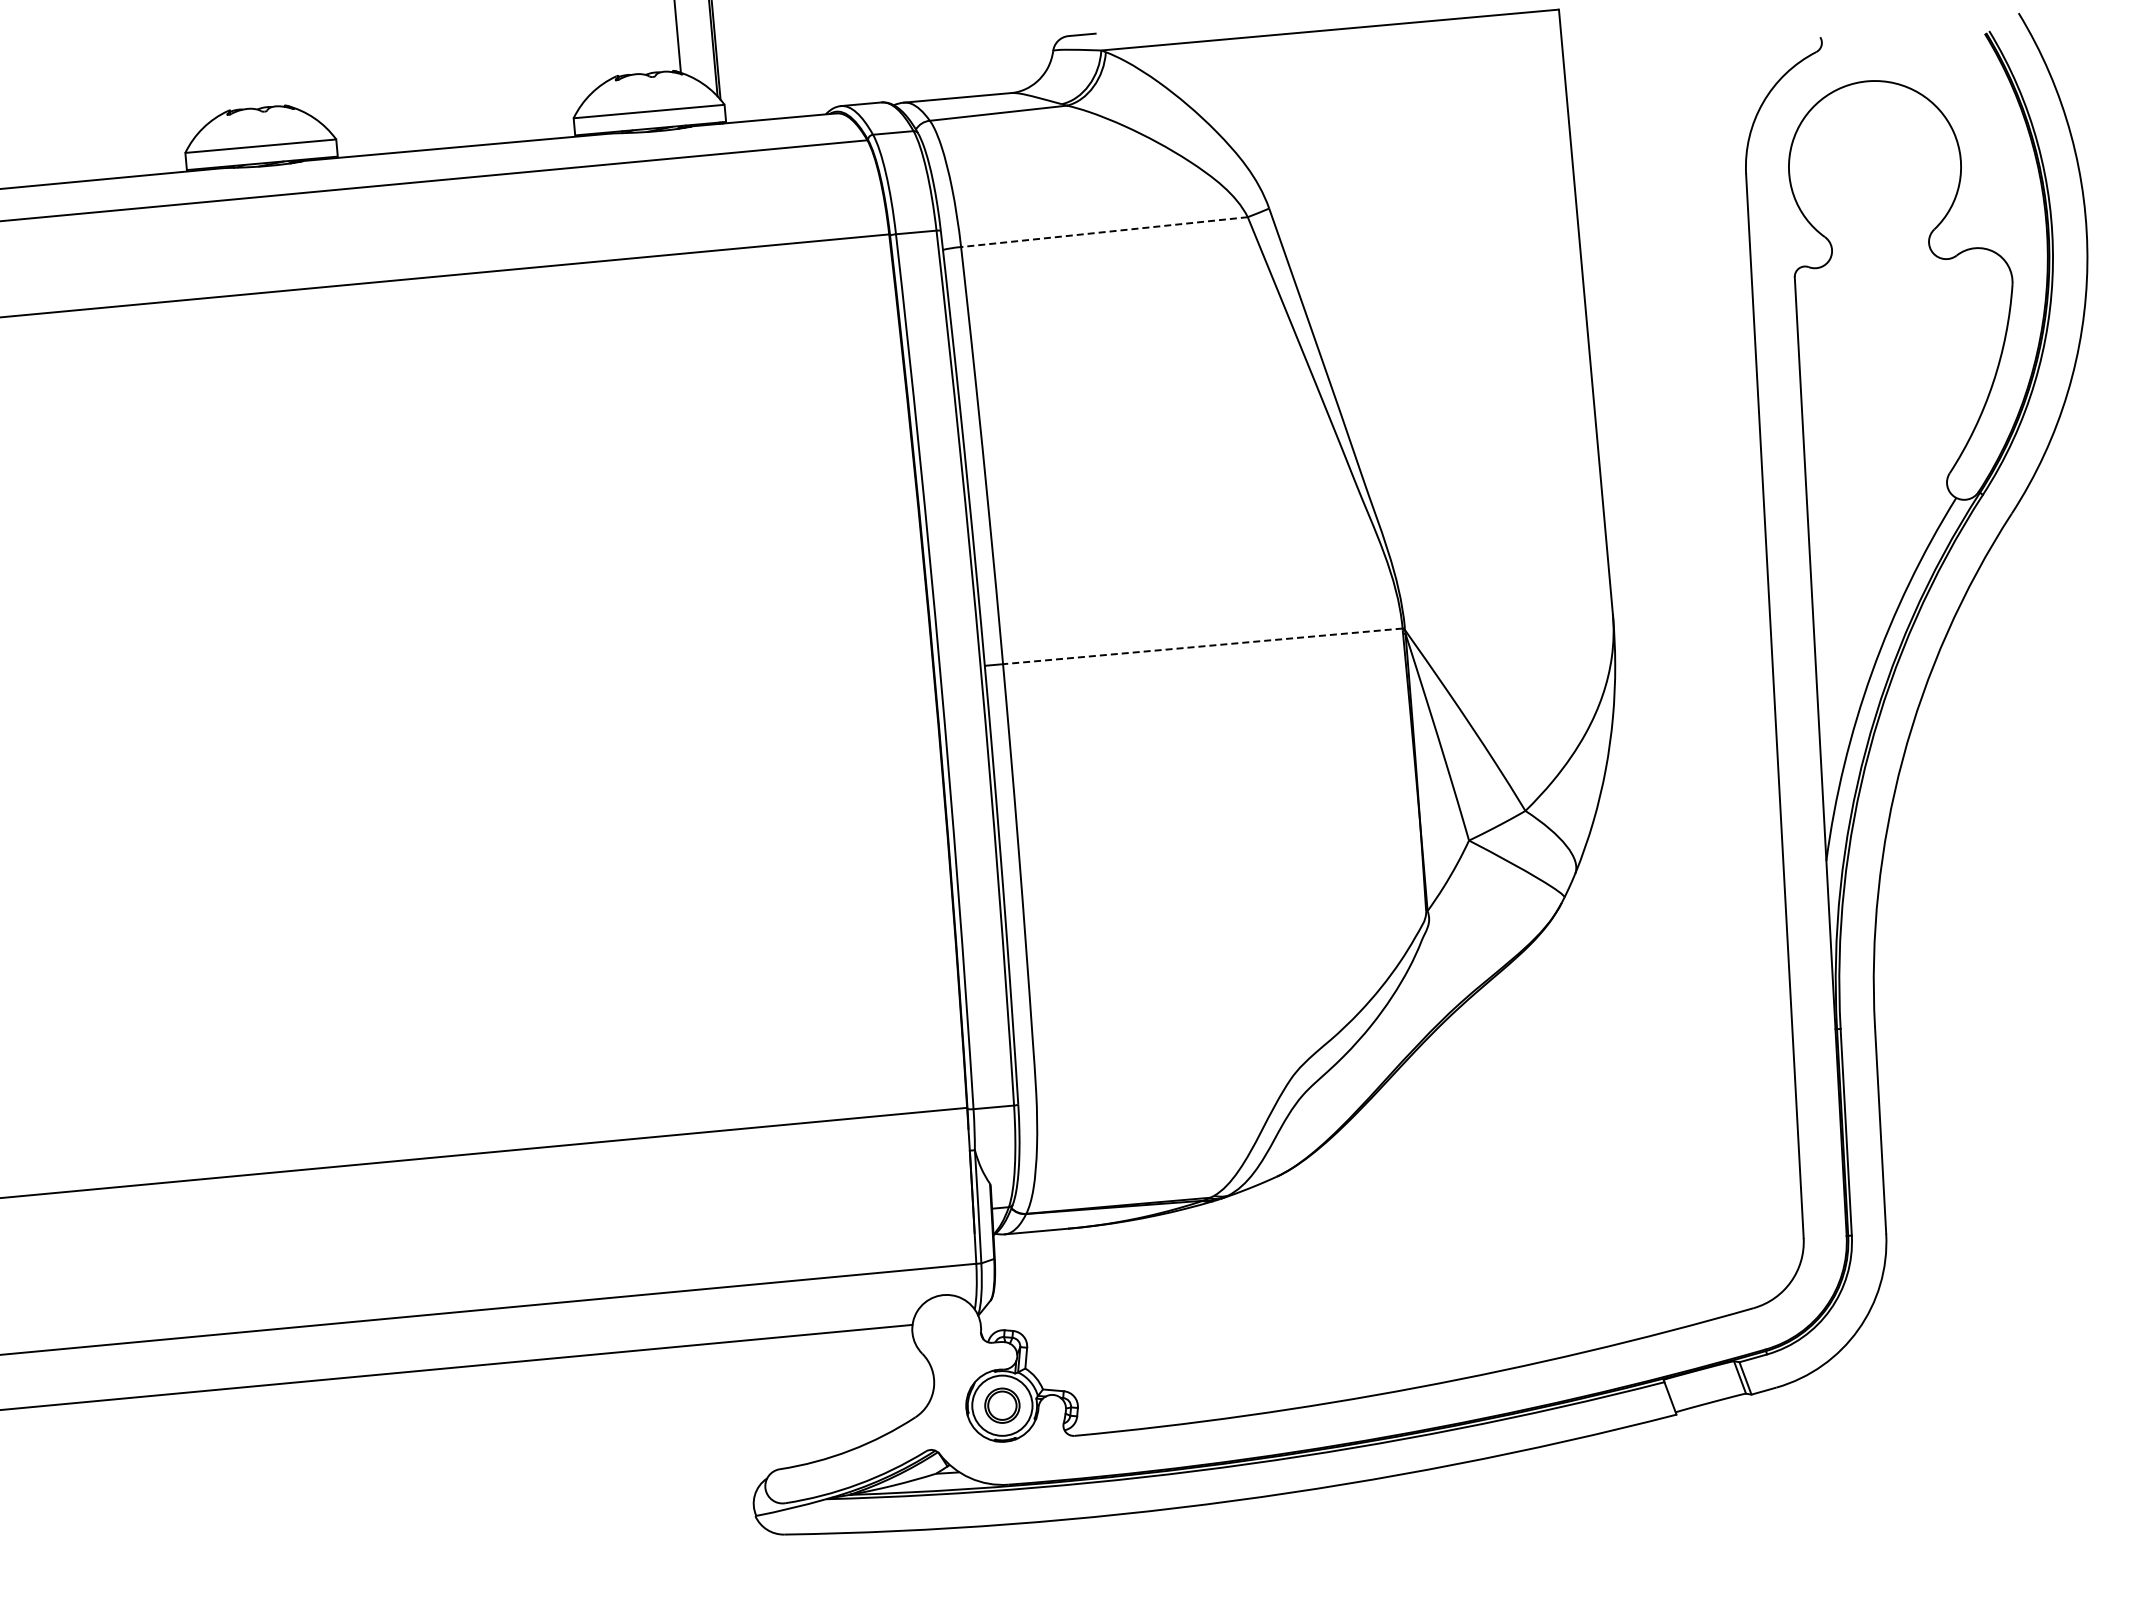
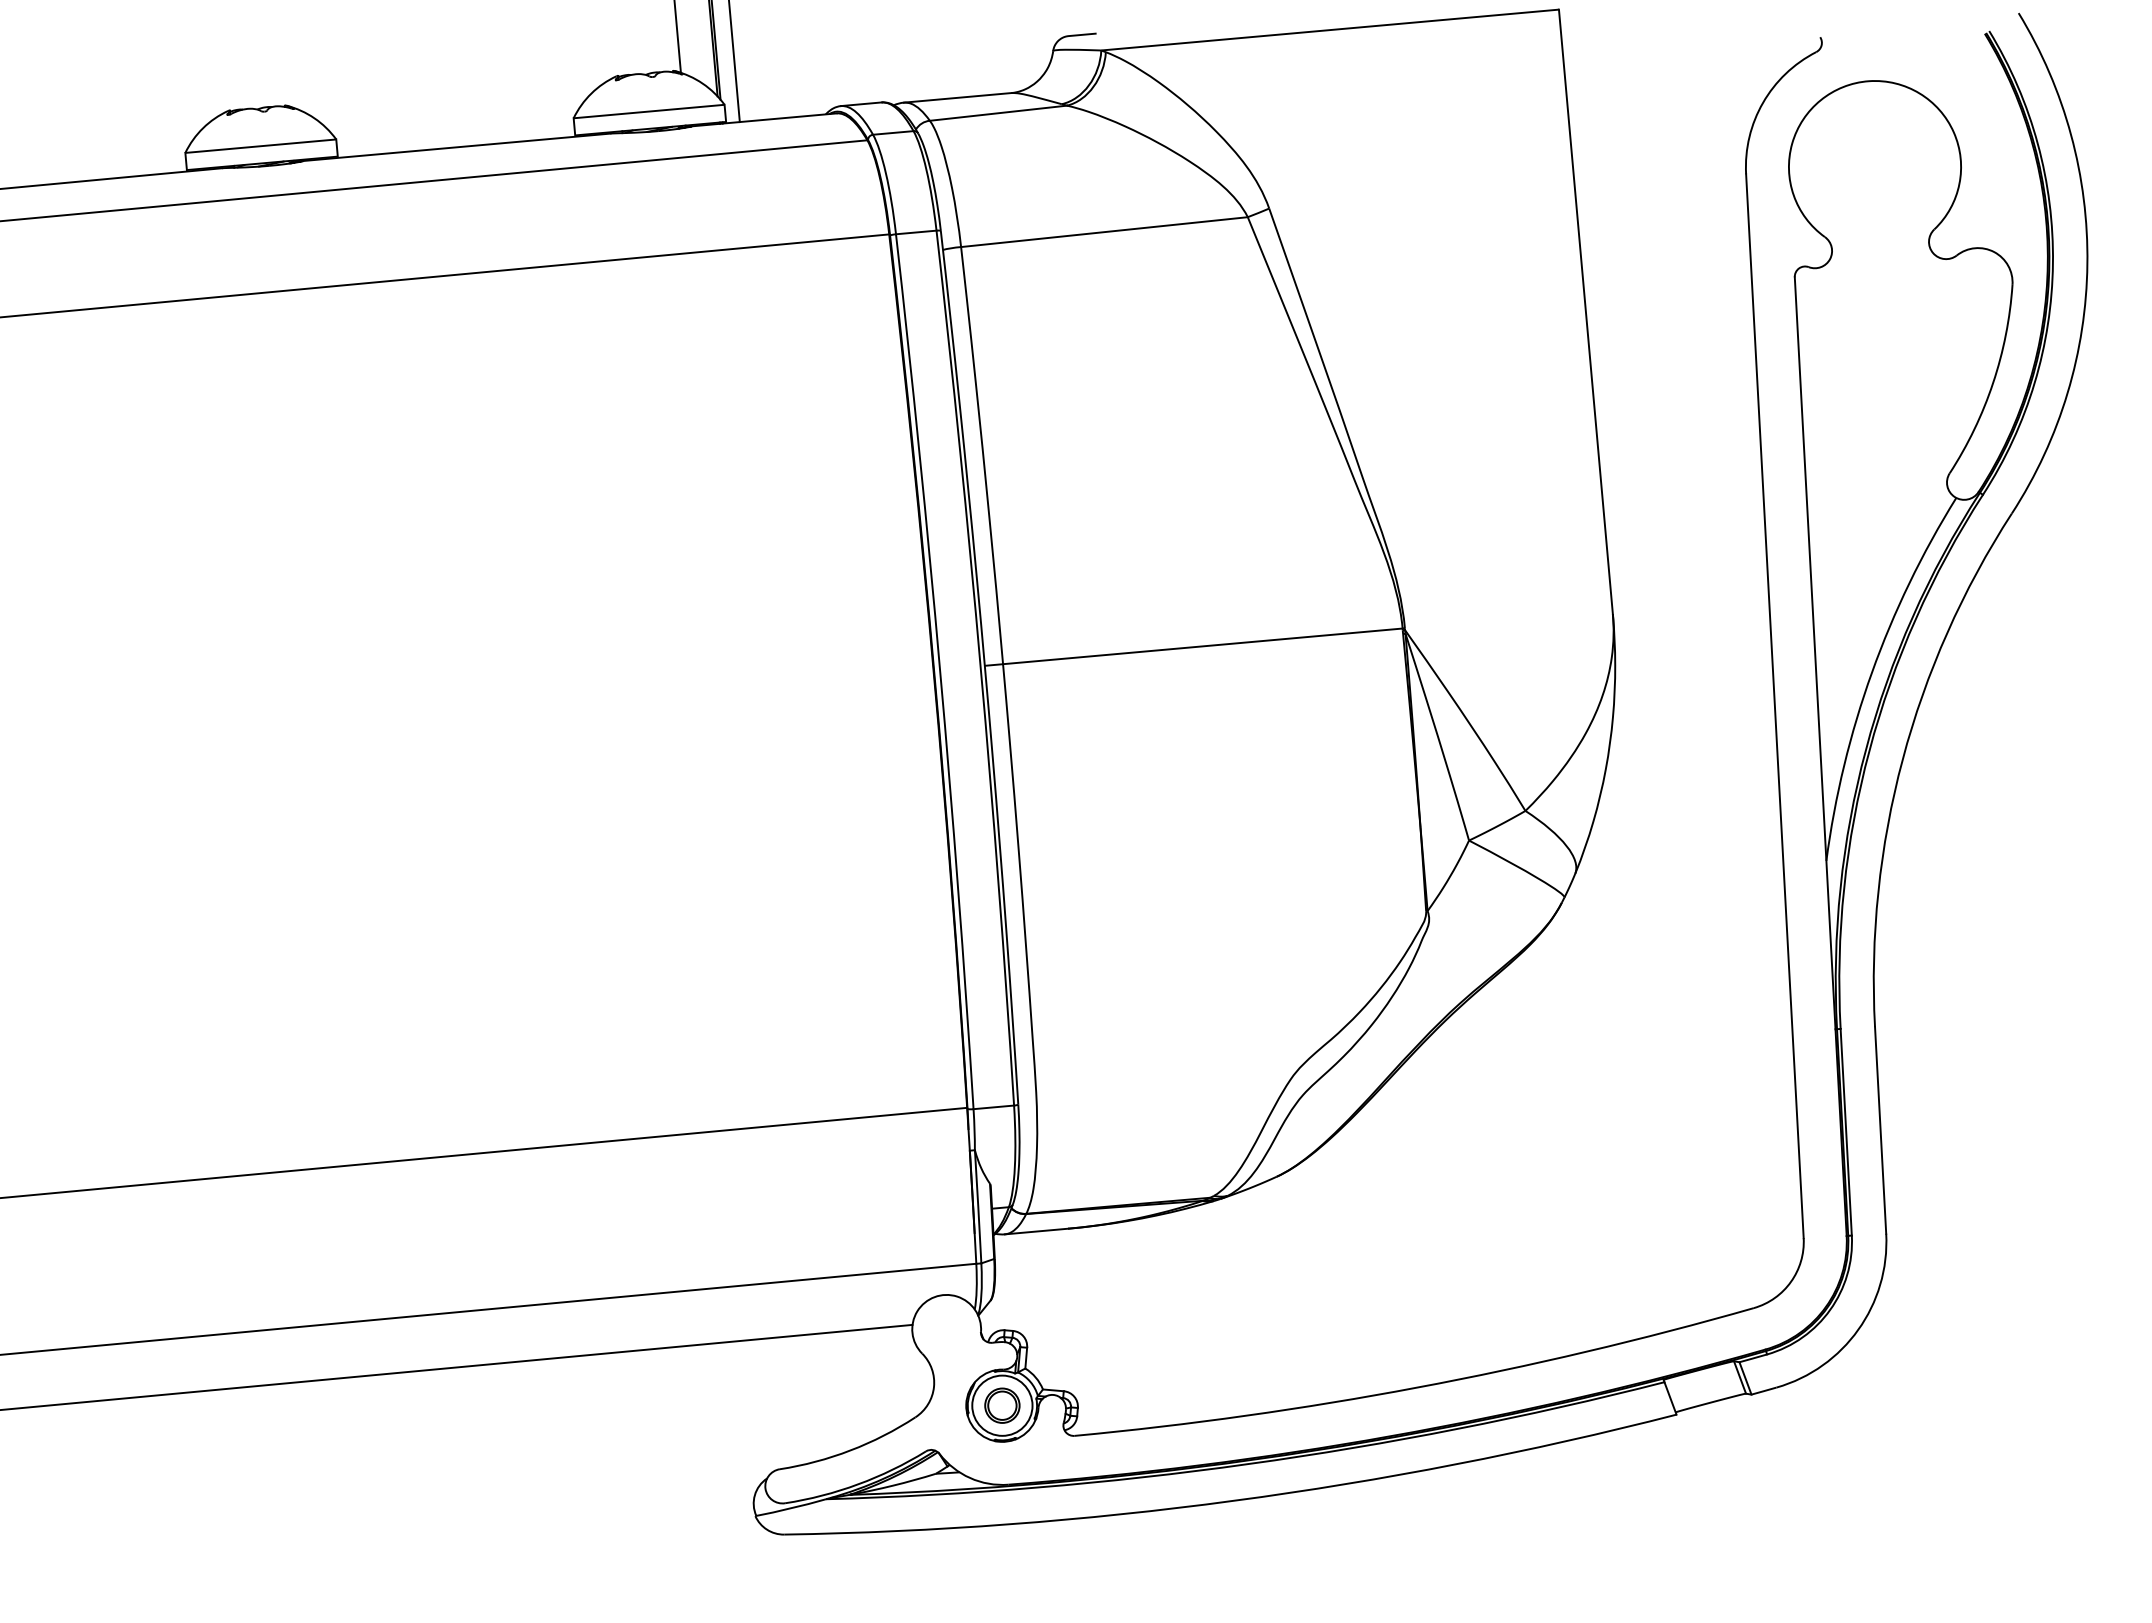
line at (734, 62): none -> present
line at (1103, 232): dashed -> solid
line at (1202, 646): dashed -> solid
